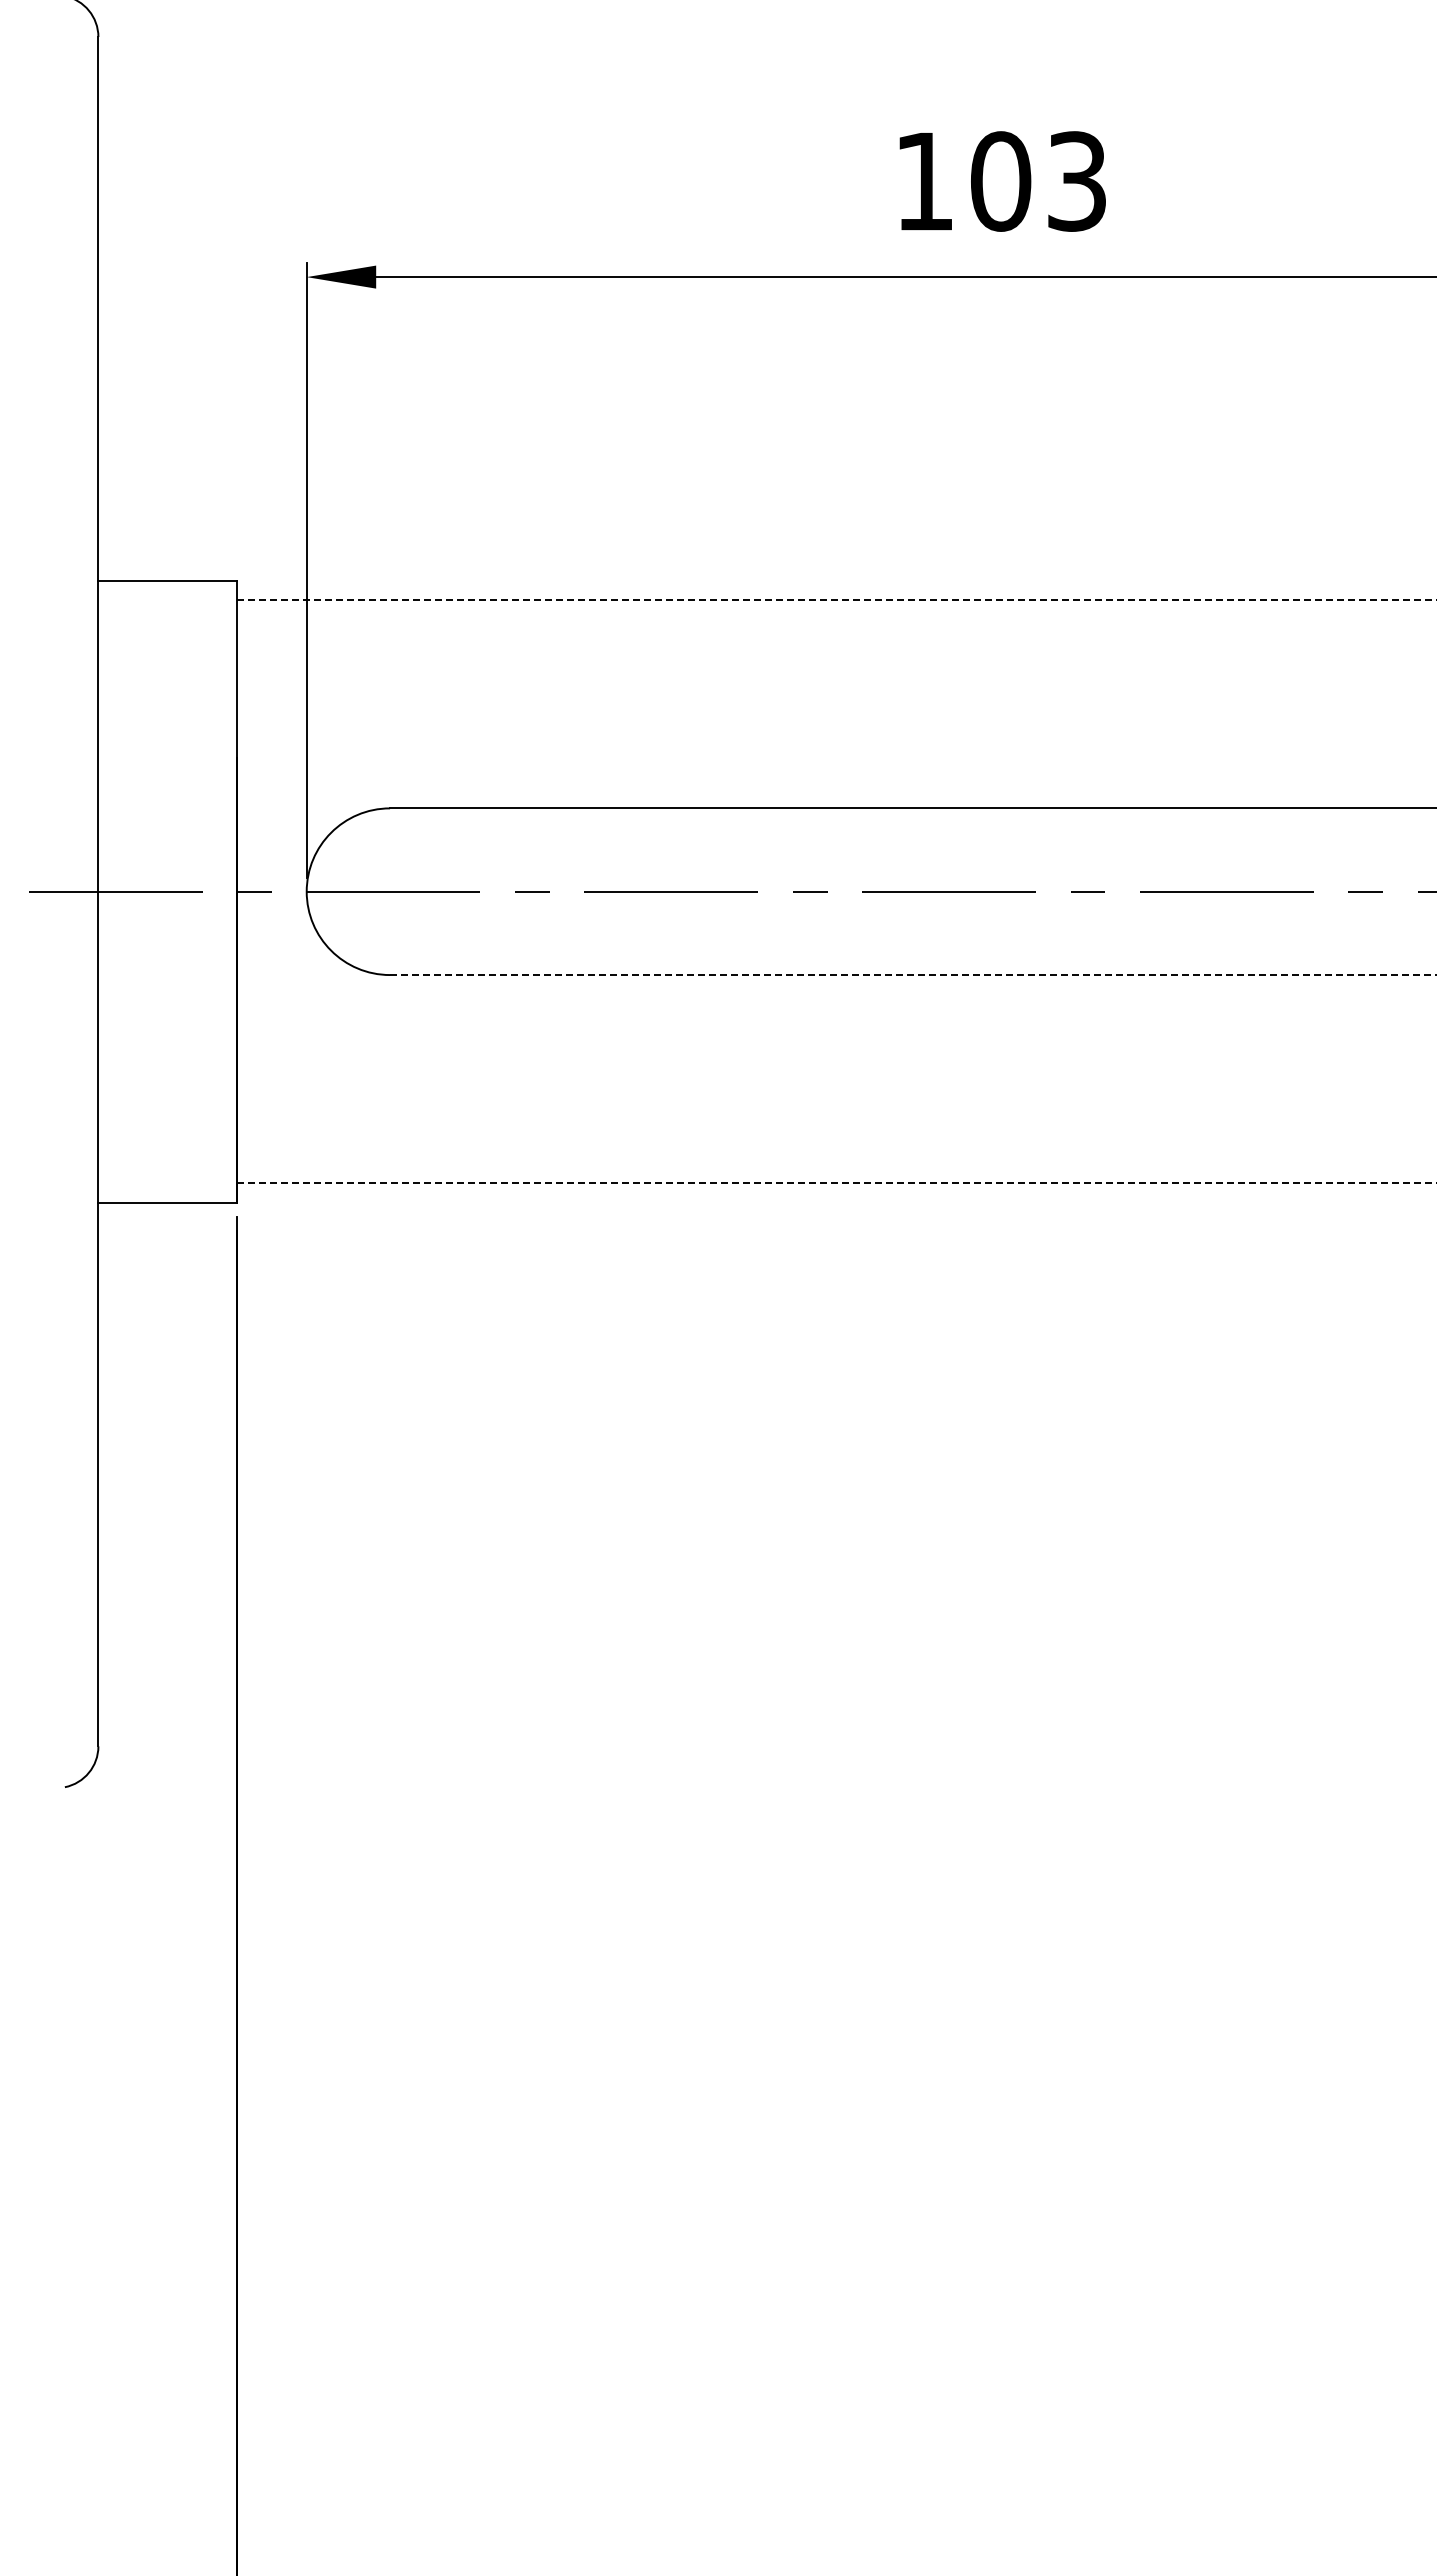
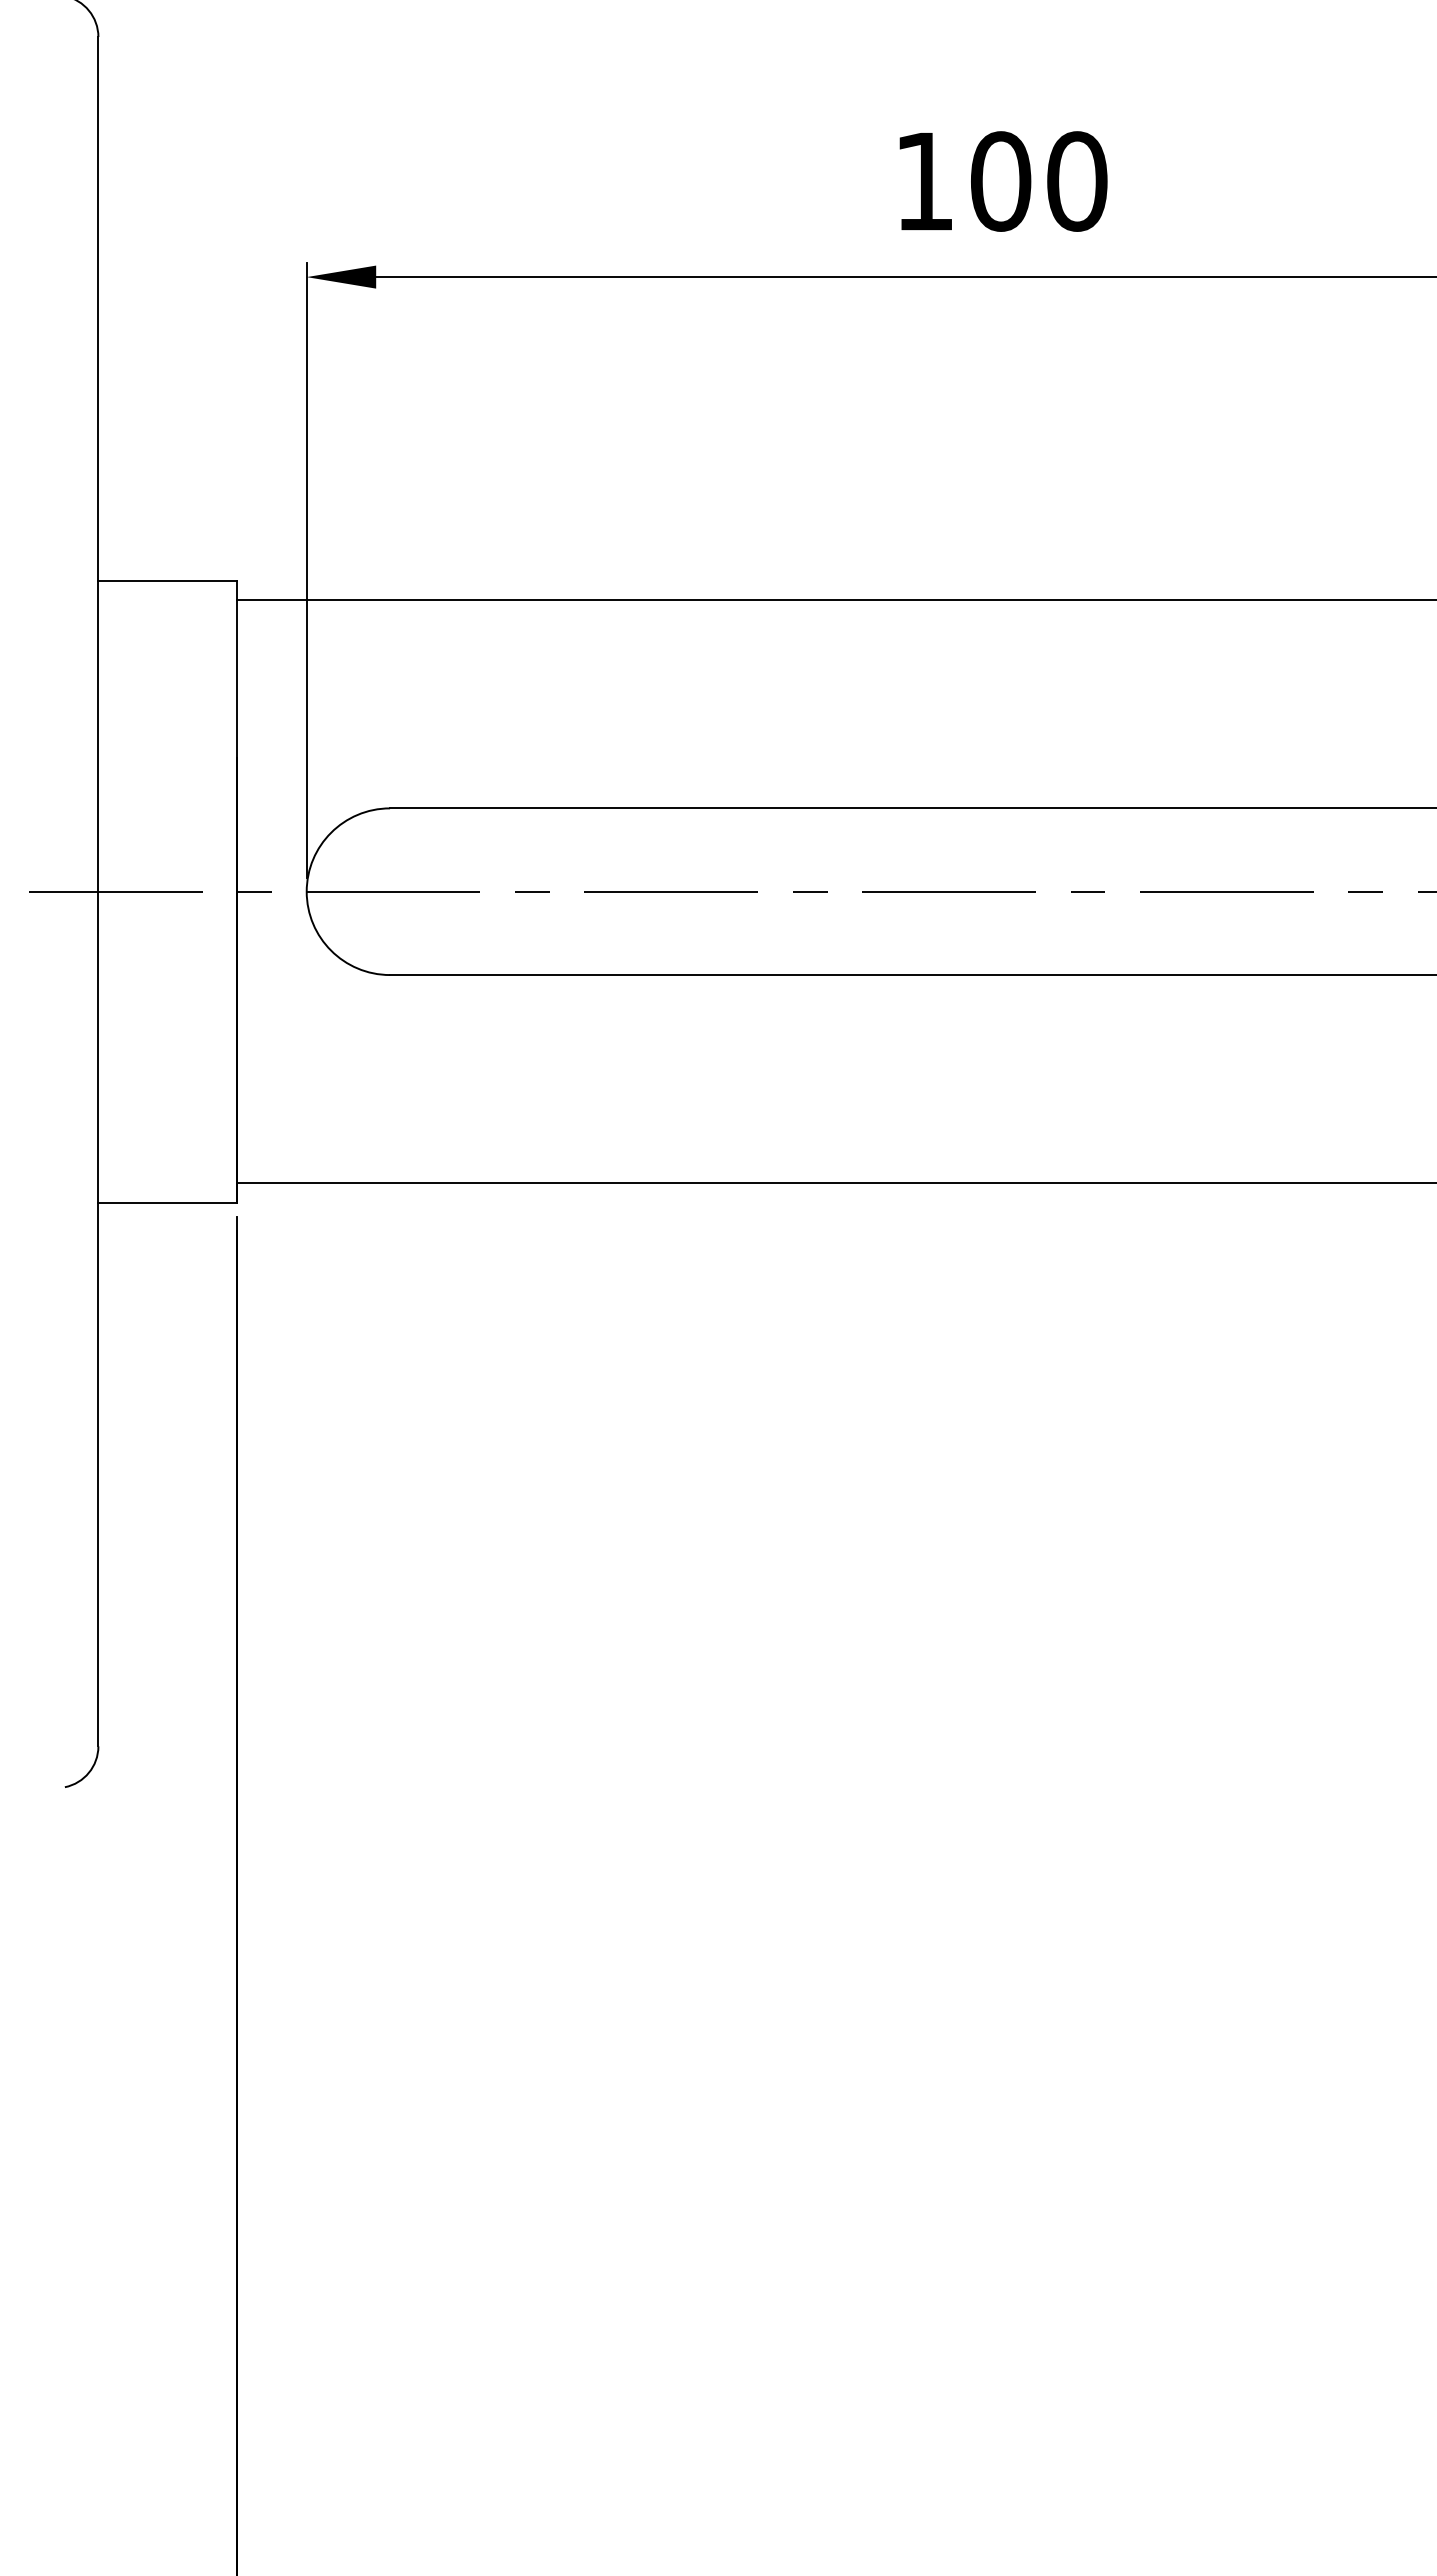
text at (1077, 181): 103 -> 100
line at (837, 600): dashed -> solid
line at (913, 975): dashed -> solid
line at (837, 1183): dashed -> solid
